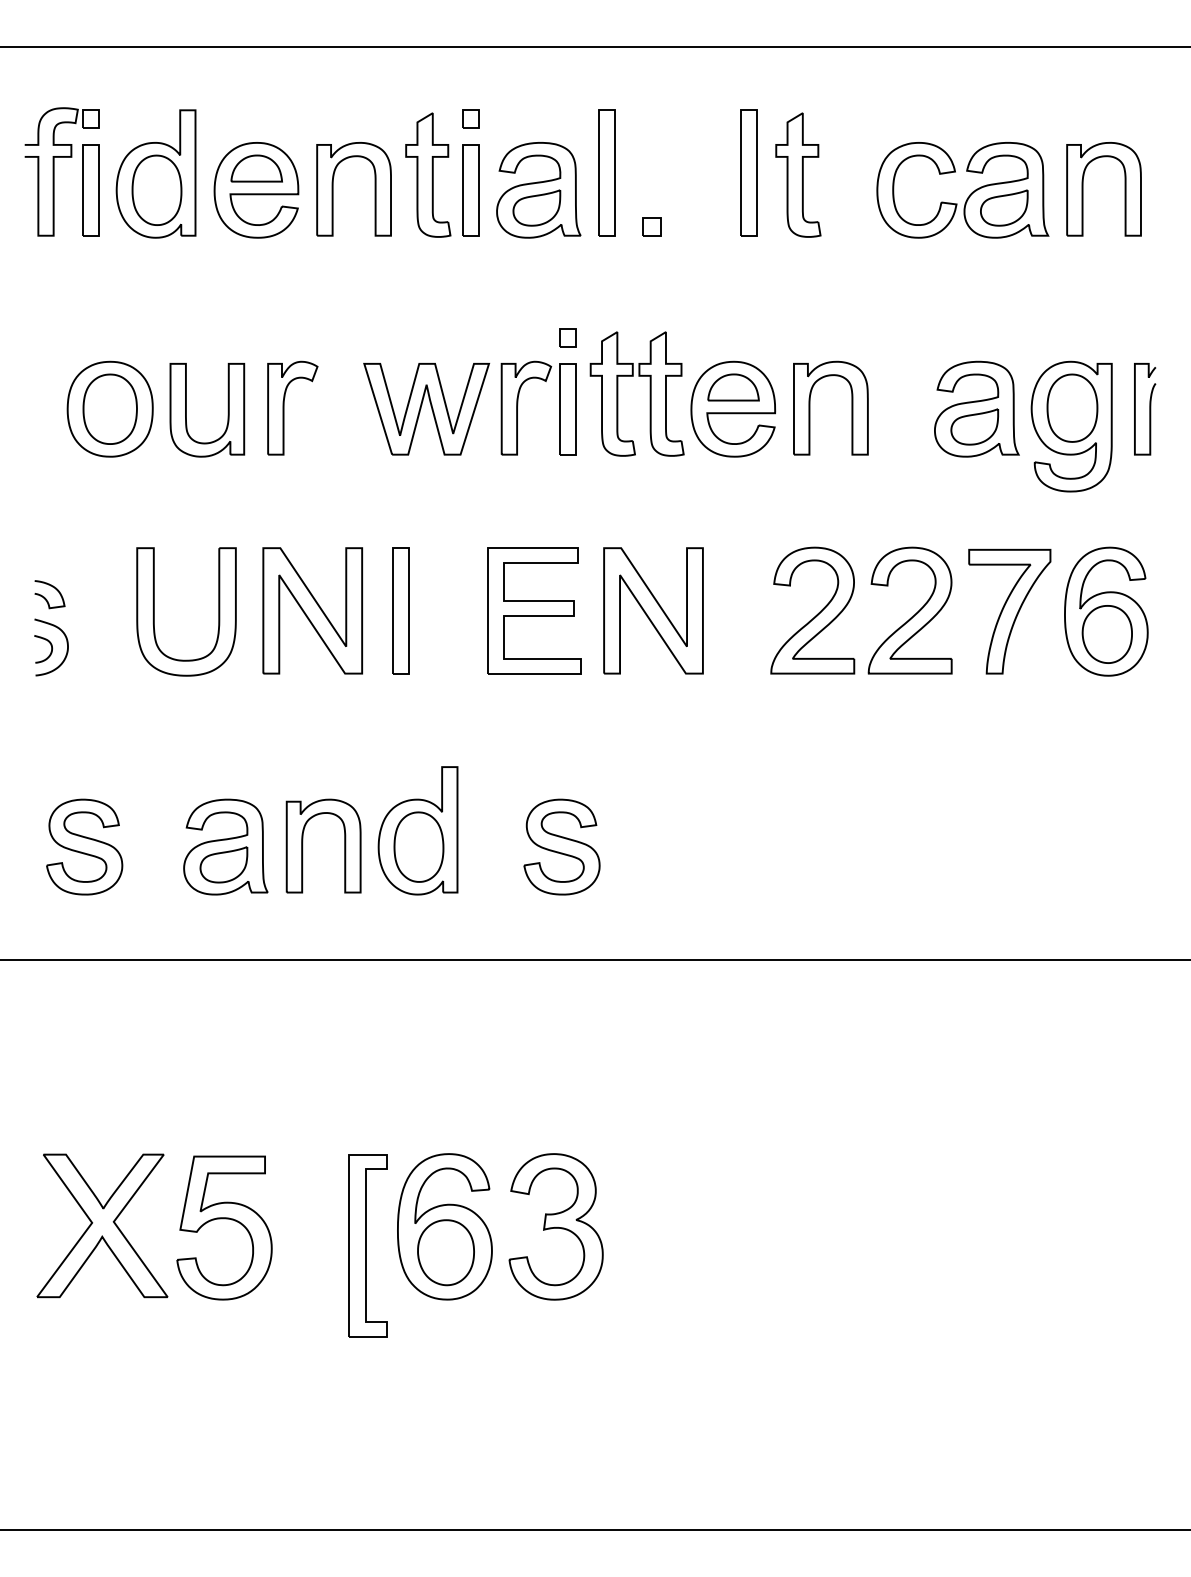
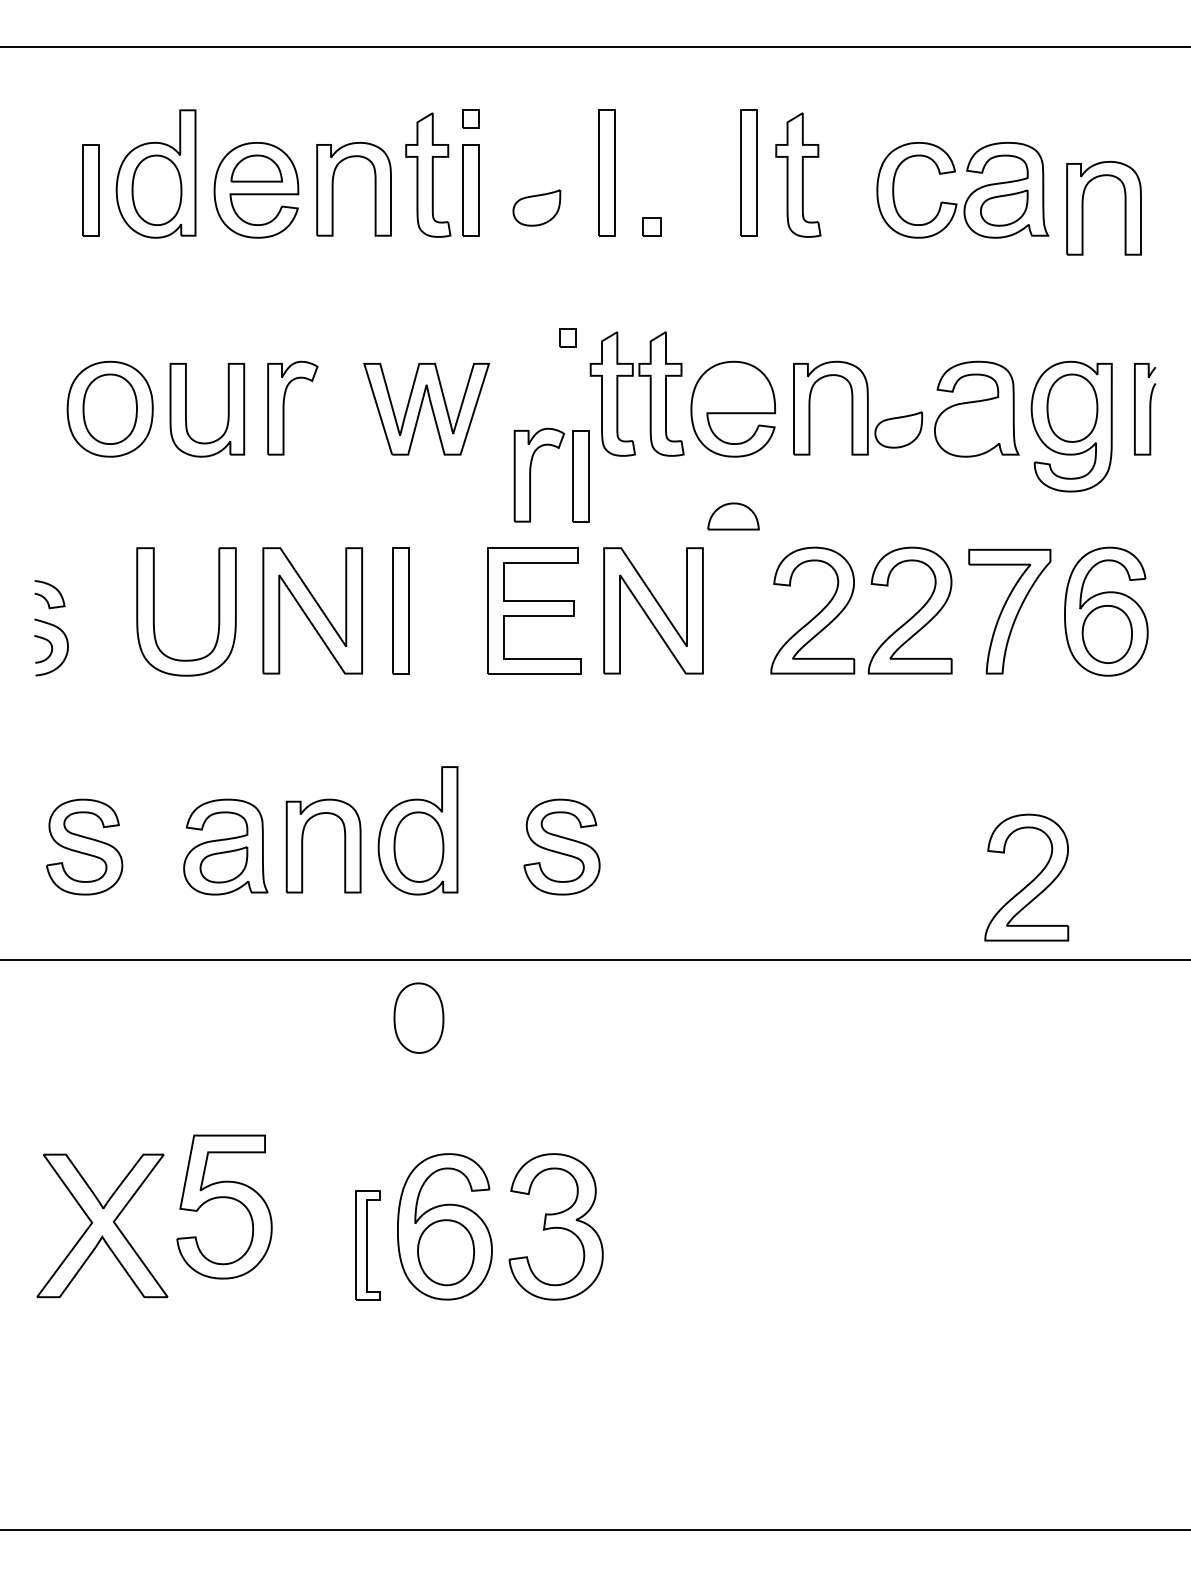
part at (54, 171): present -> none
part at (1083, 189) position: (1083, 189) -> (1083, 208)
part at (538, 190): present -> none
part at (733, 387) position: (733, 387) -> (733, 516)
part at (518, 405) position: (518, 405) -> (531, 472)
part at (974, 426) position: (974, 426) -> (898, 429)
part at (1026, 877): none -> present
part at (418, 1017): none -> present
part at (224, 1219) position: (224, 1219) -> (224, 1198)
part at (367, 1245) size: 40x184 px -> 26x111 px
